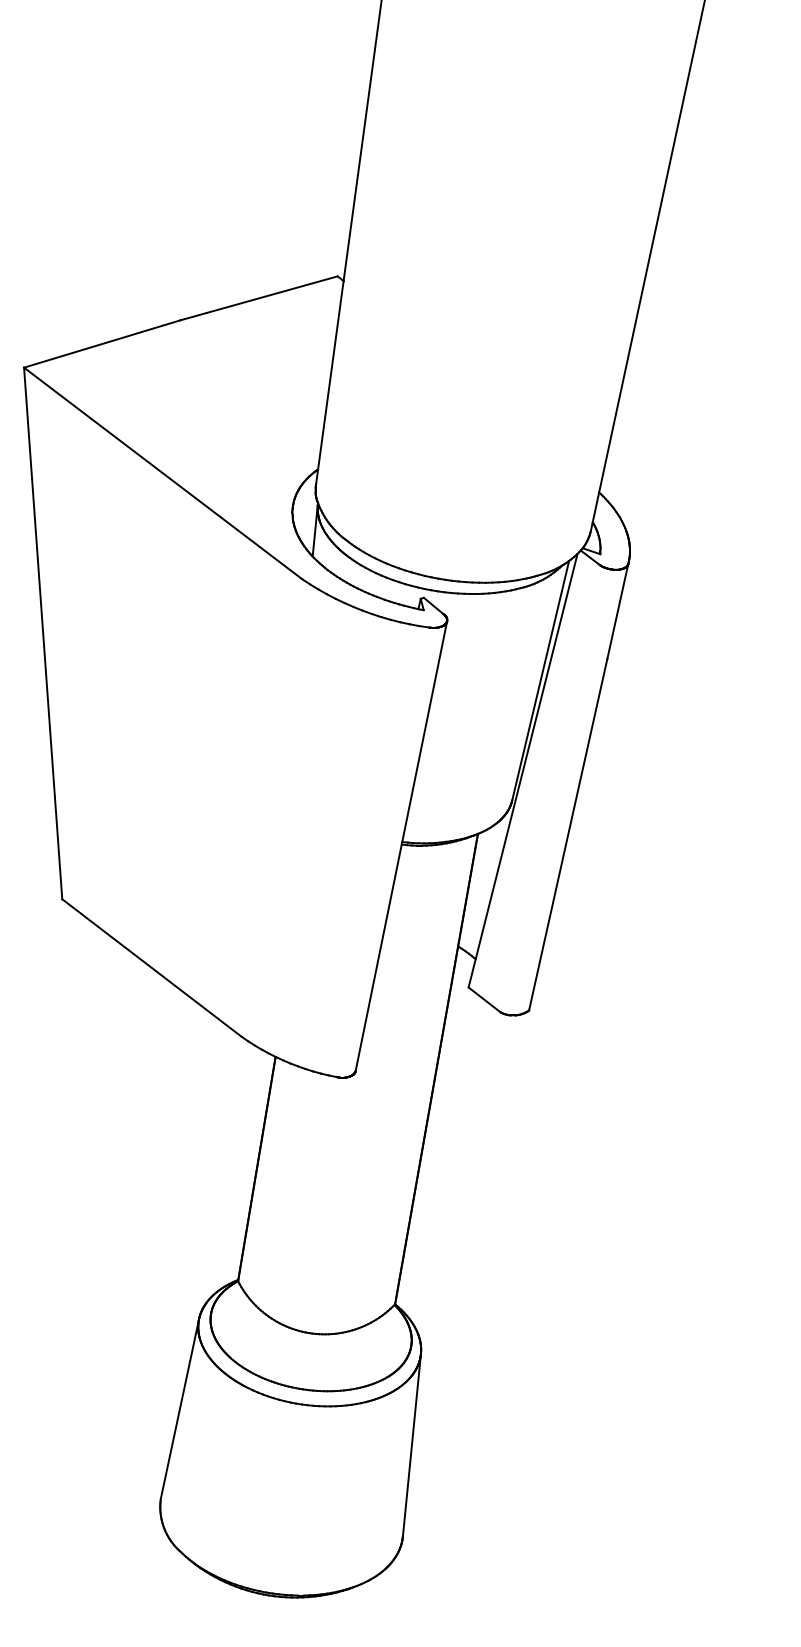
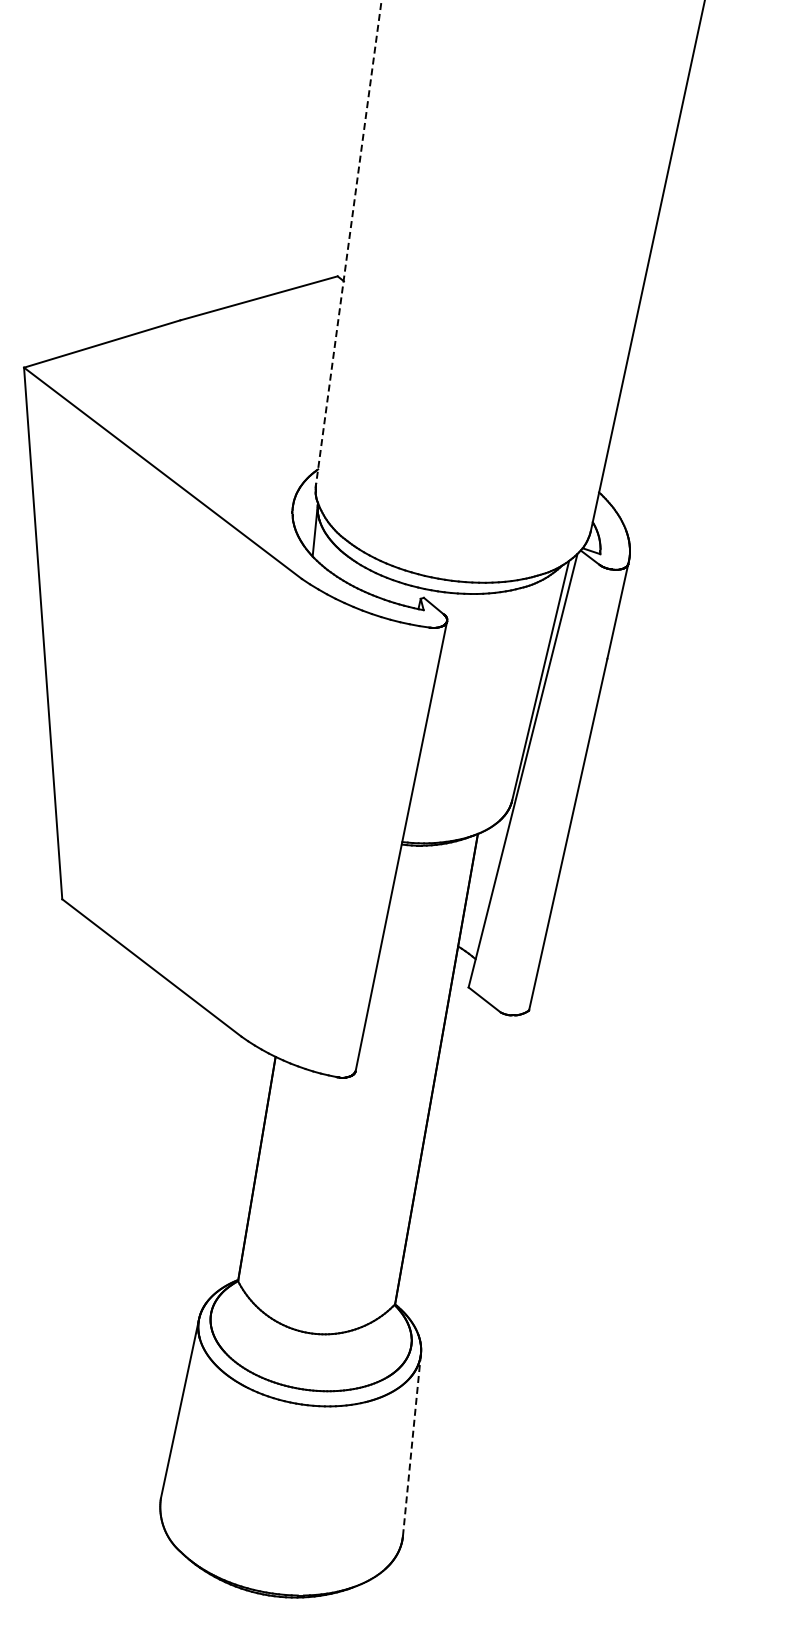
line at (348, 242): solid -> dashed
line at (411, 1445): solid -> dashed
